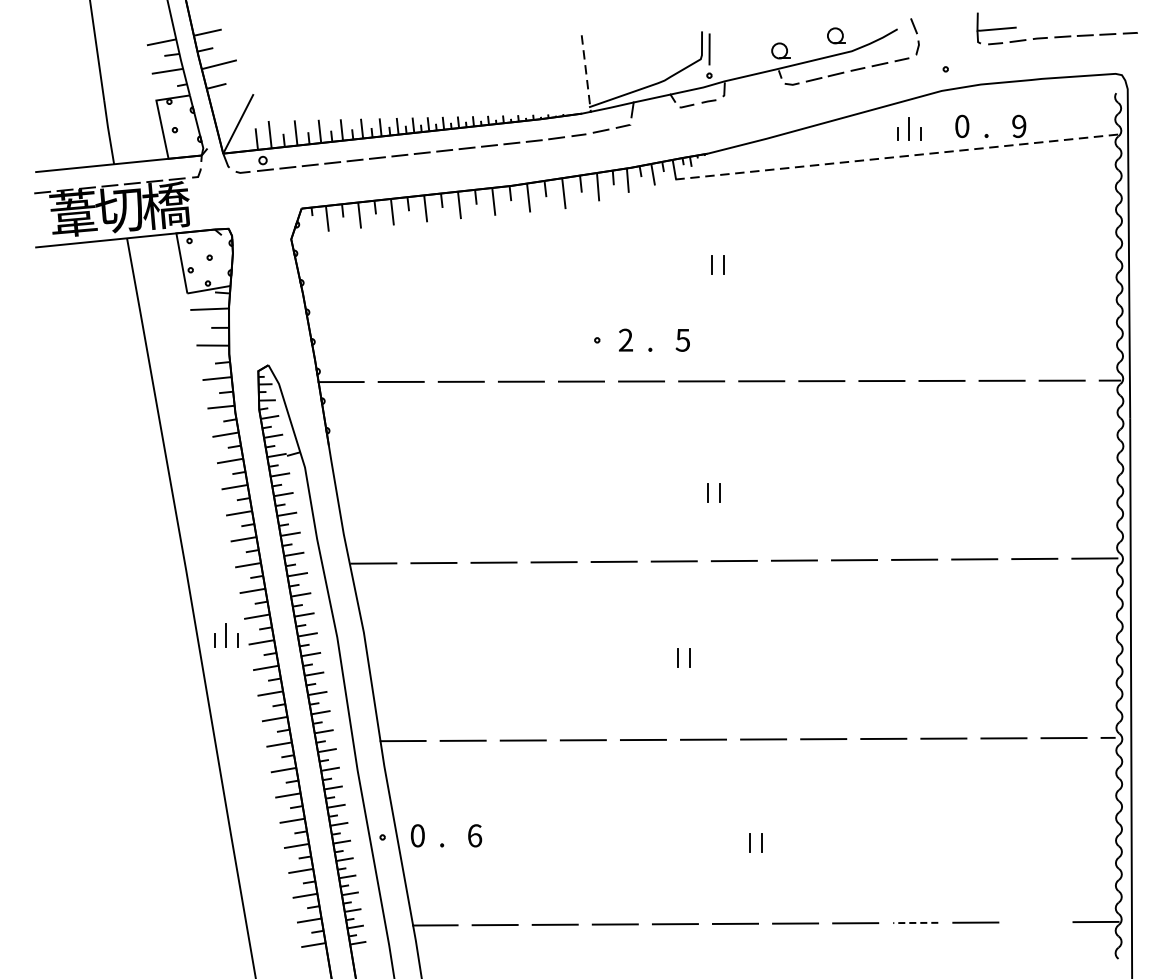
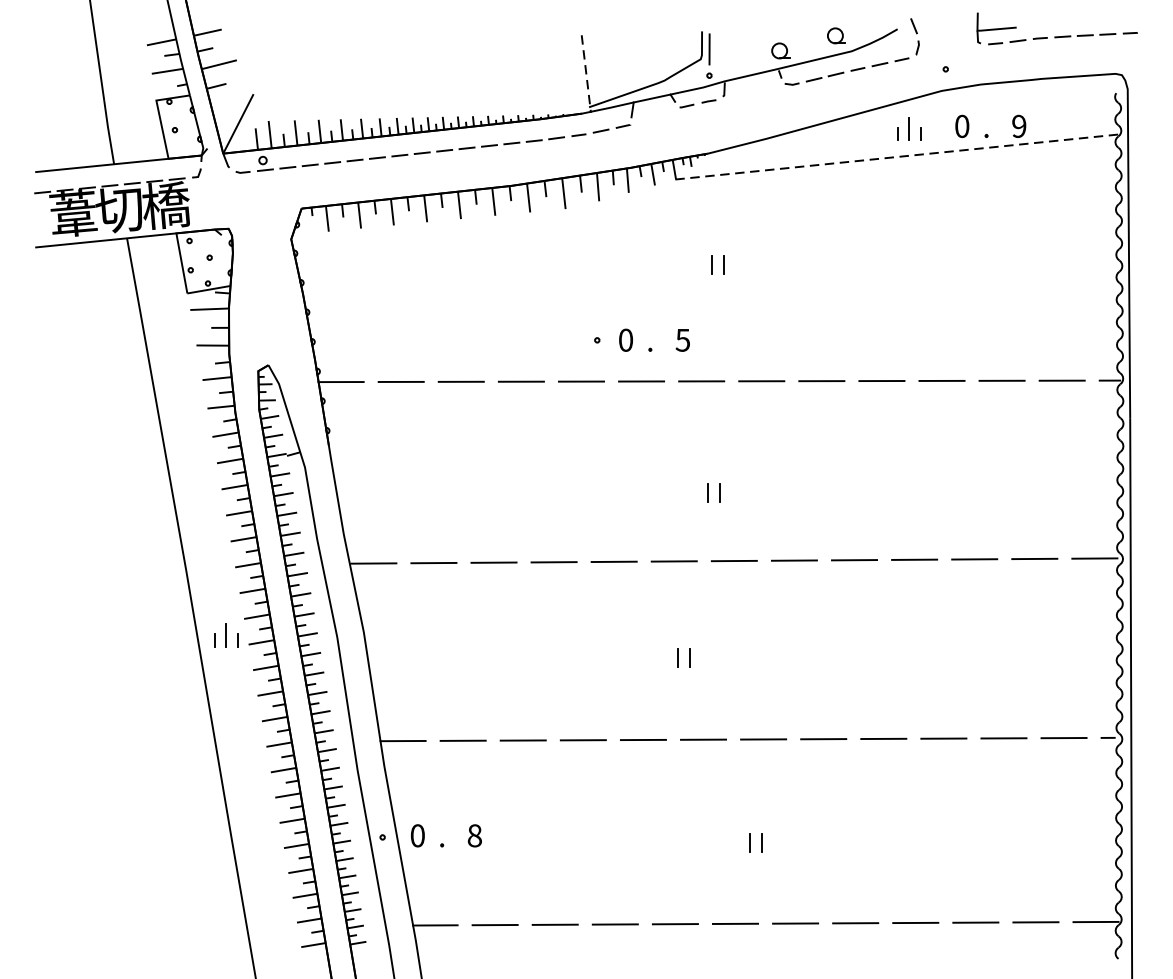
text at (625, 339): 2 -> 0
text at (474, 835): 6 -> 8
line at (915, 922): dashed -> solid
line at (1035, 922): none -> present
